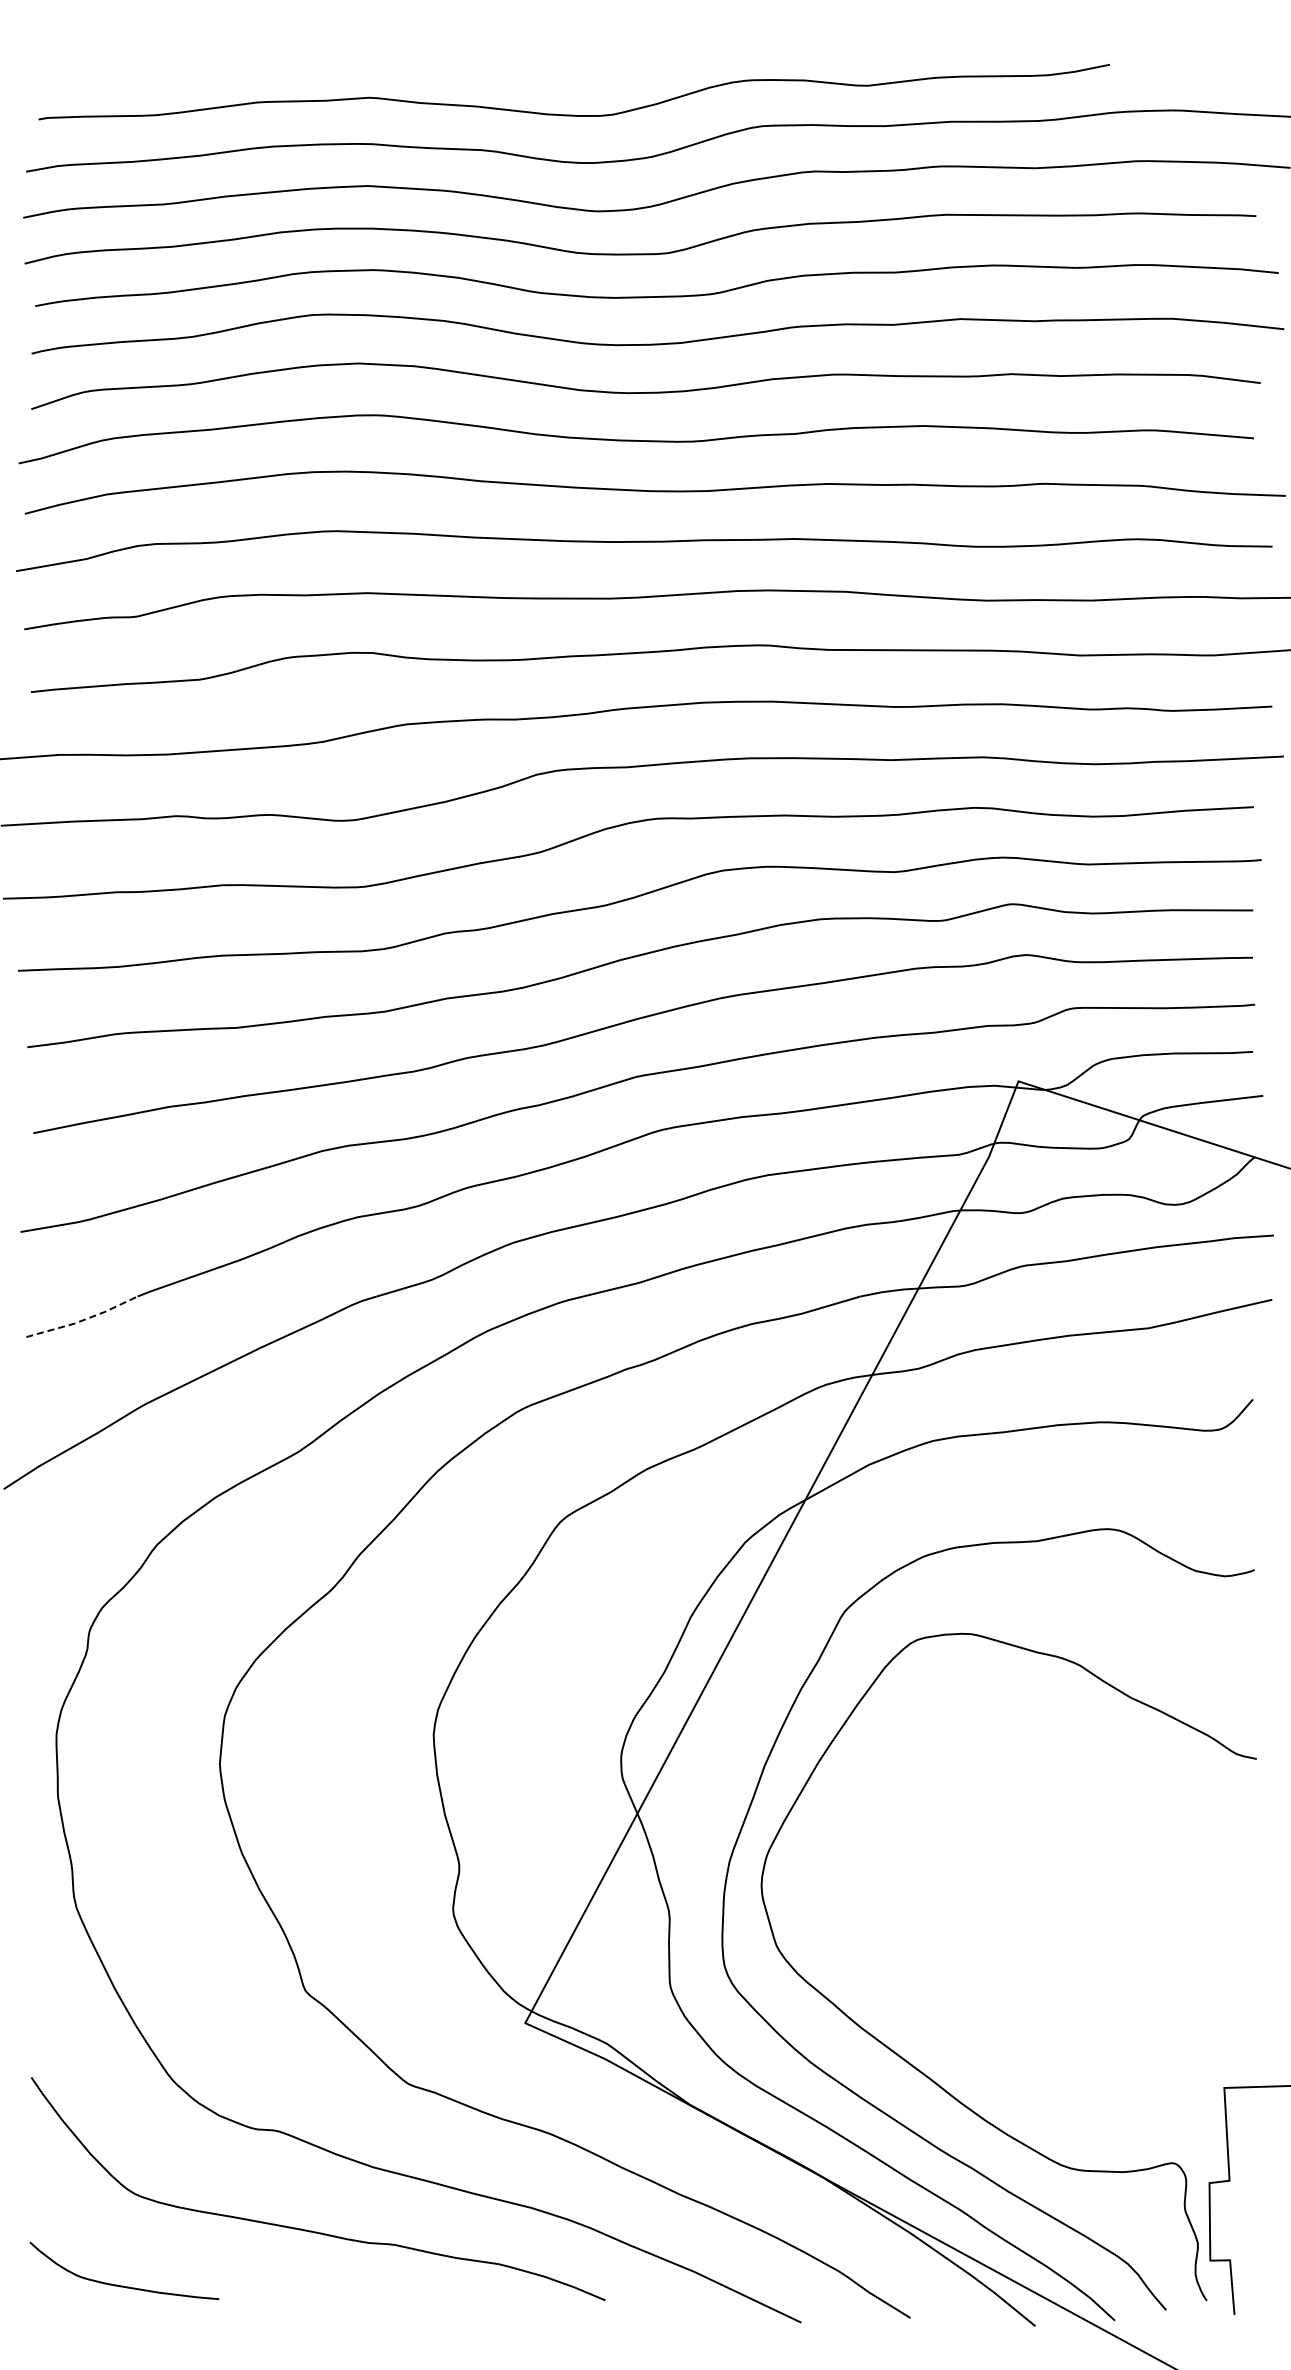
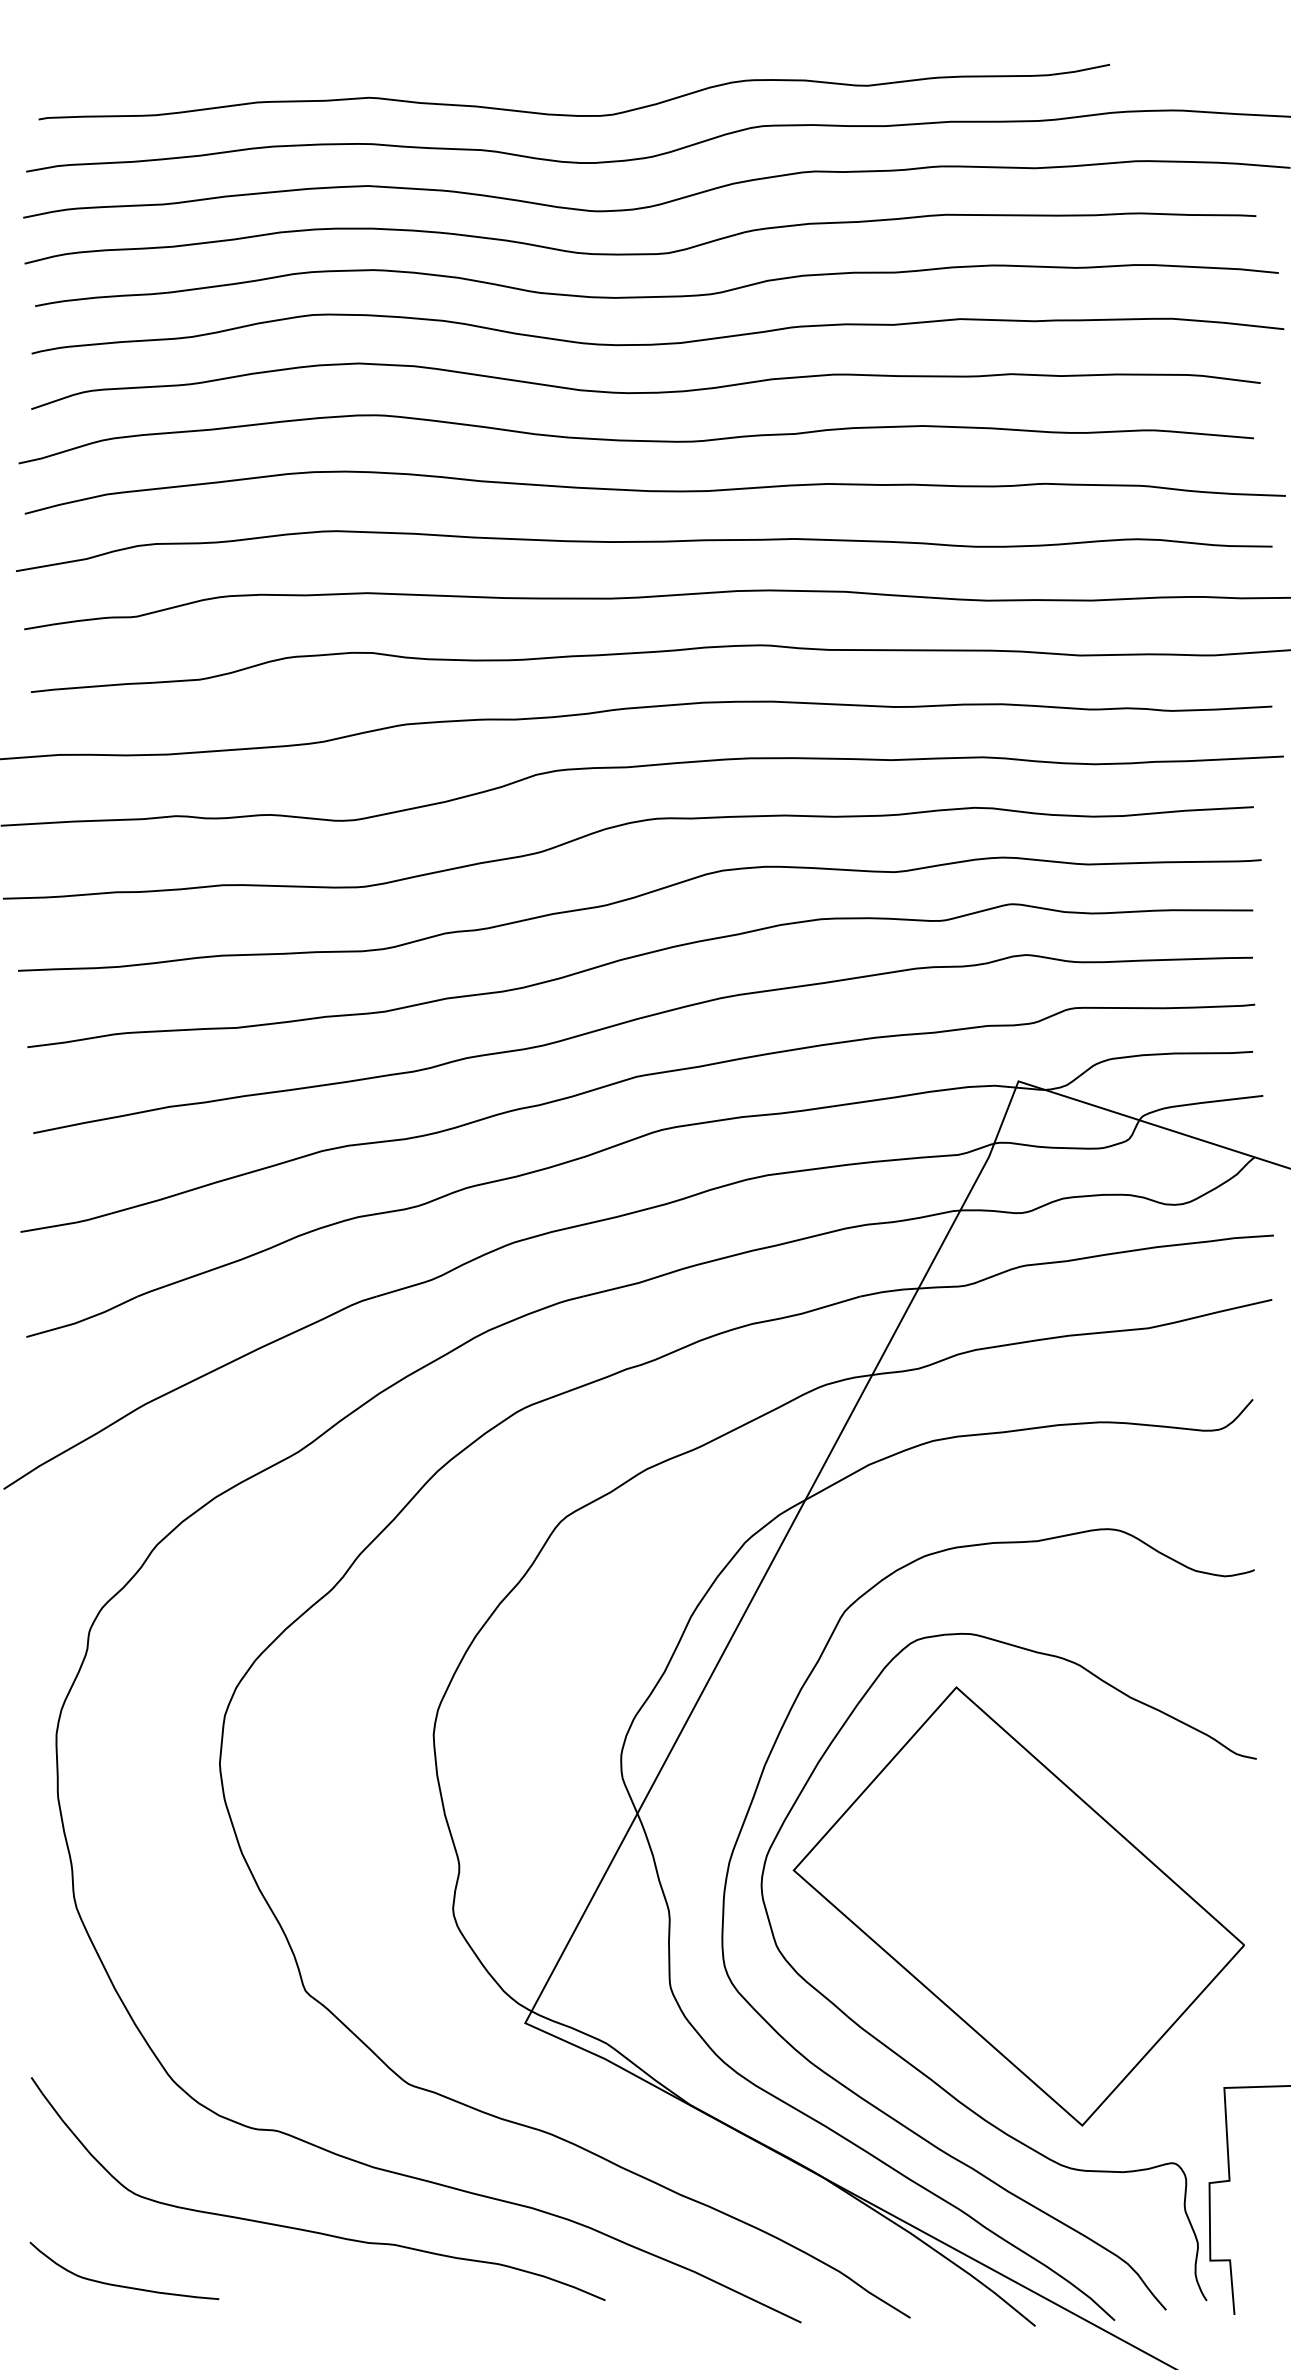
line at (83, 1320): dashed -> solid
part at (1018, 1906): none -> present
